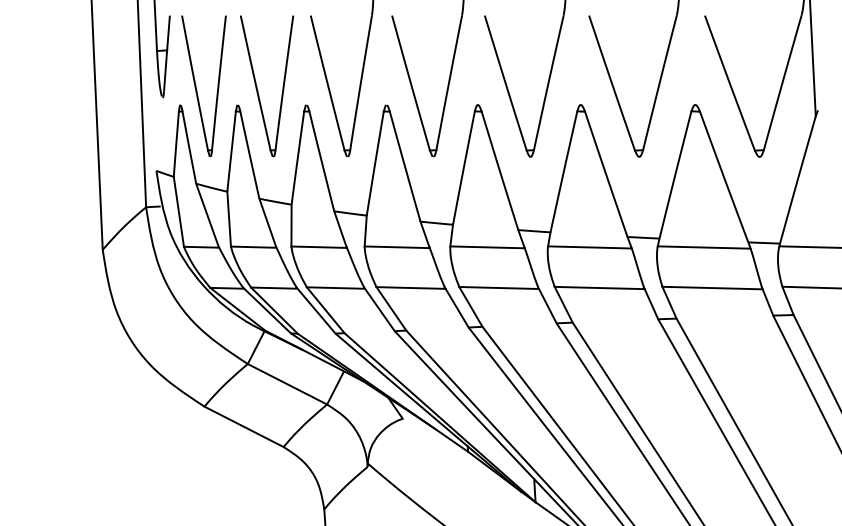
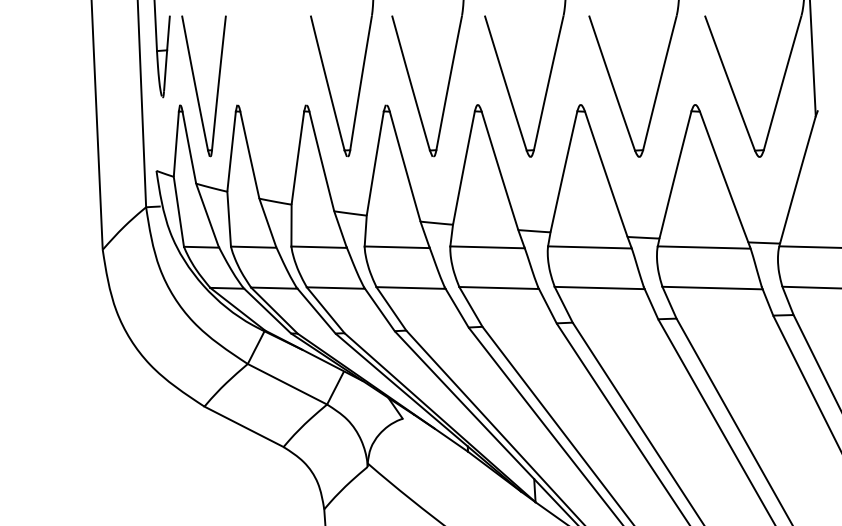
part at (258, 90): present -> none
